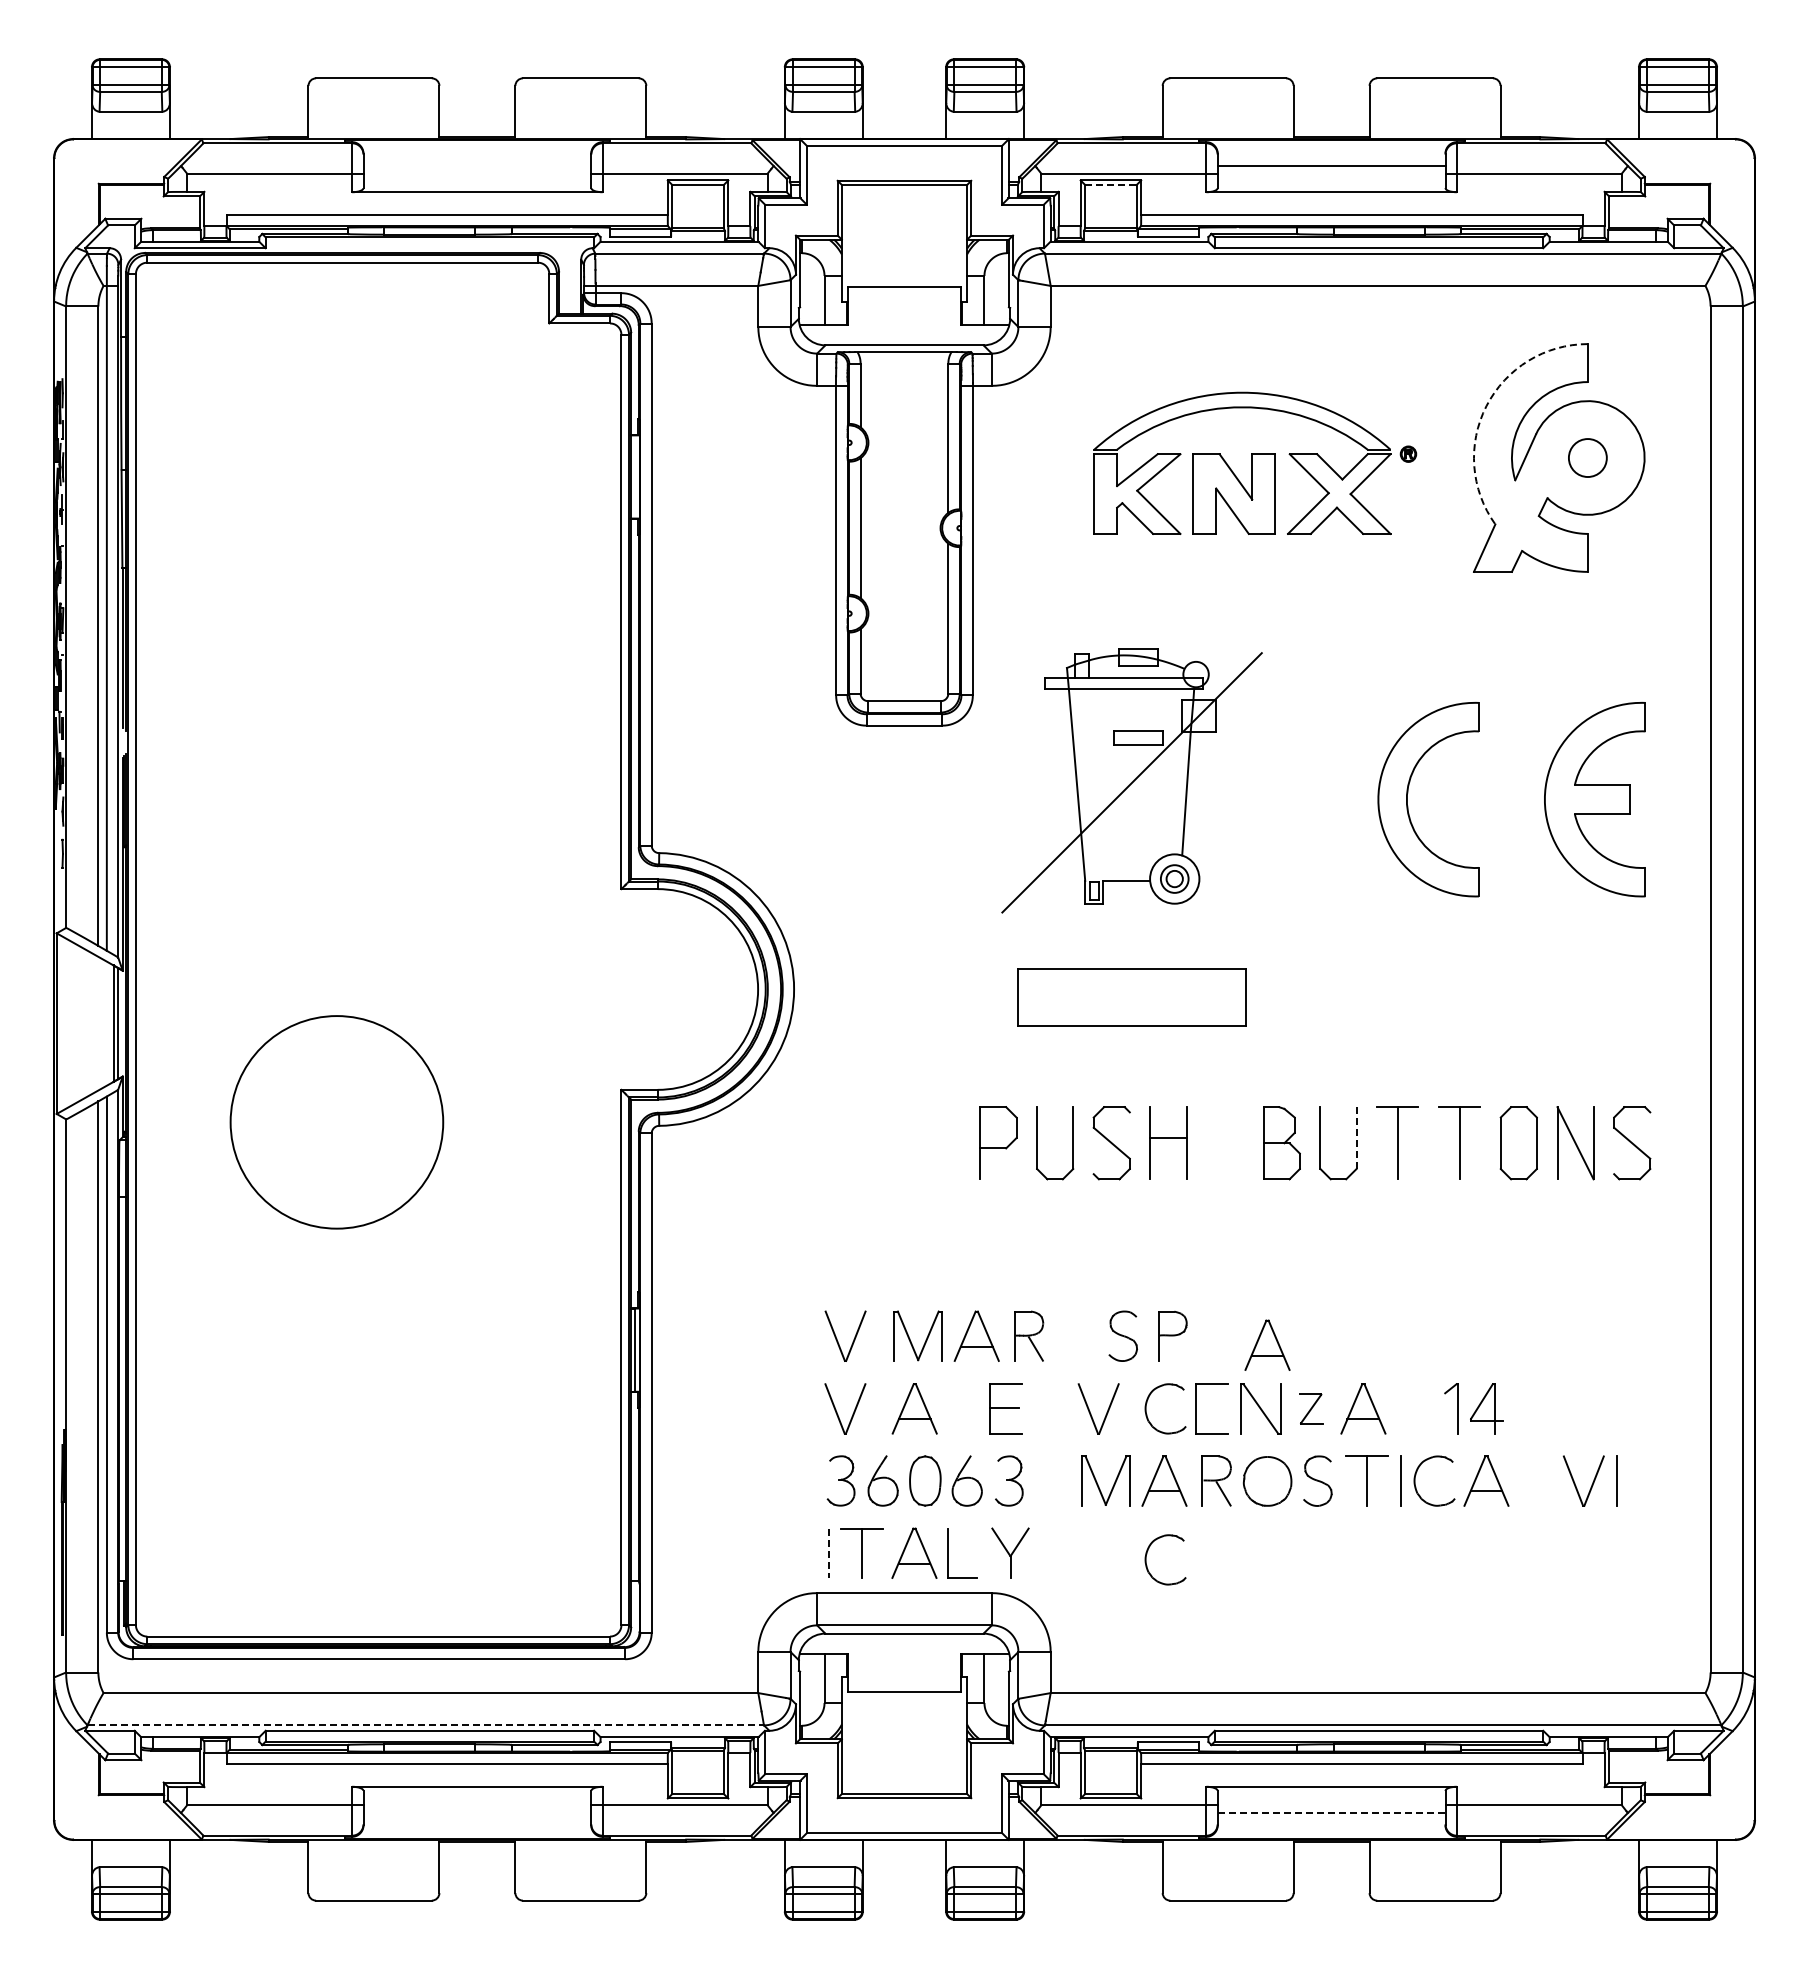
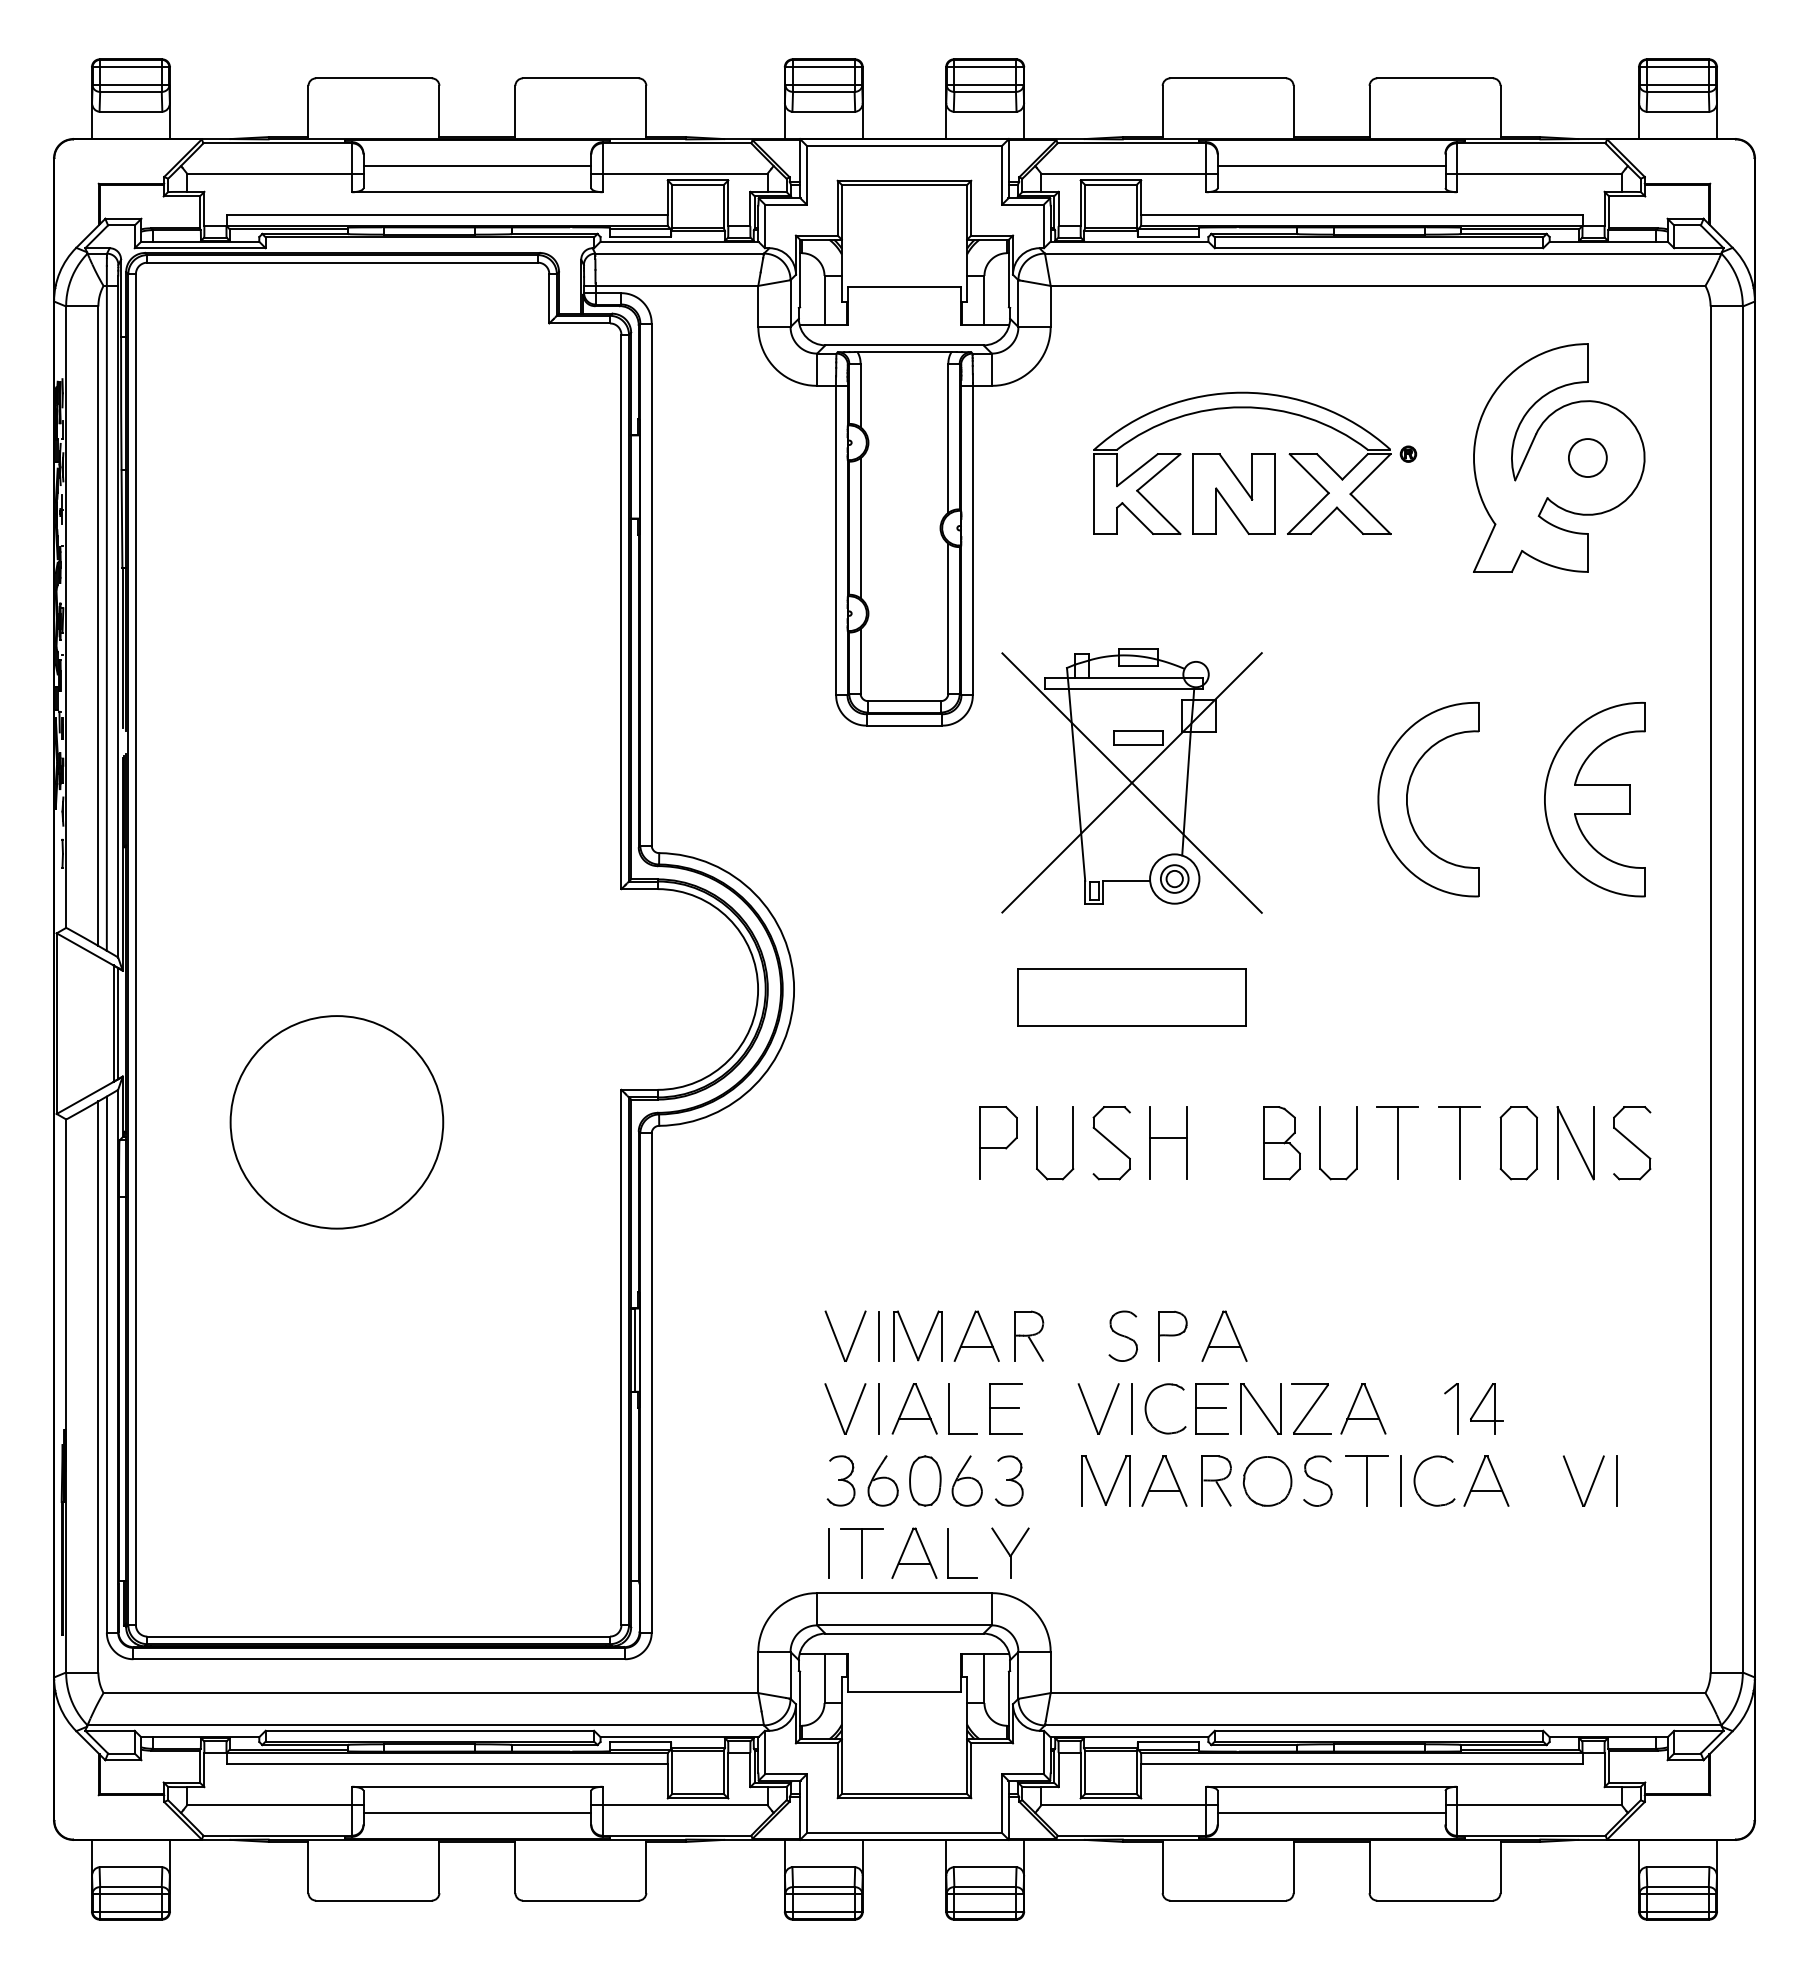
line at (477, 165): none -> present
line at (1110, 185): dashed -> solid
arc at (1486, 406): dashed -> solid
line at (1131, 782): none -> present
line at (1356, 1138): dashed -> solid
line at (879, 1335): none -> present
part at (1267, 1344) position: (1267, 1344) -> (1224, 1335)
line at (1210, 1407): none -> present
line at (878, 1408): none -> present
part at (949, 1408): none -> present
line at (1132, 1408): none -> present
part at (1311, 1408) size: 25x32 px -> 41x52 px
line at (828, 1553): dashed -> solid
part at (1147, 1554): present -> none
line at (426, 1725): dashed -> solid
line at (477, 1813): none -> present
line at (1331, 1813): dashed -> solid
